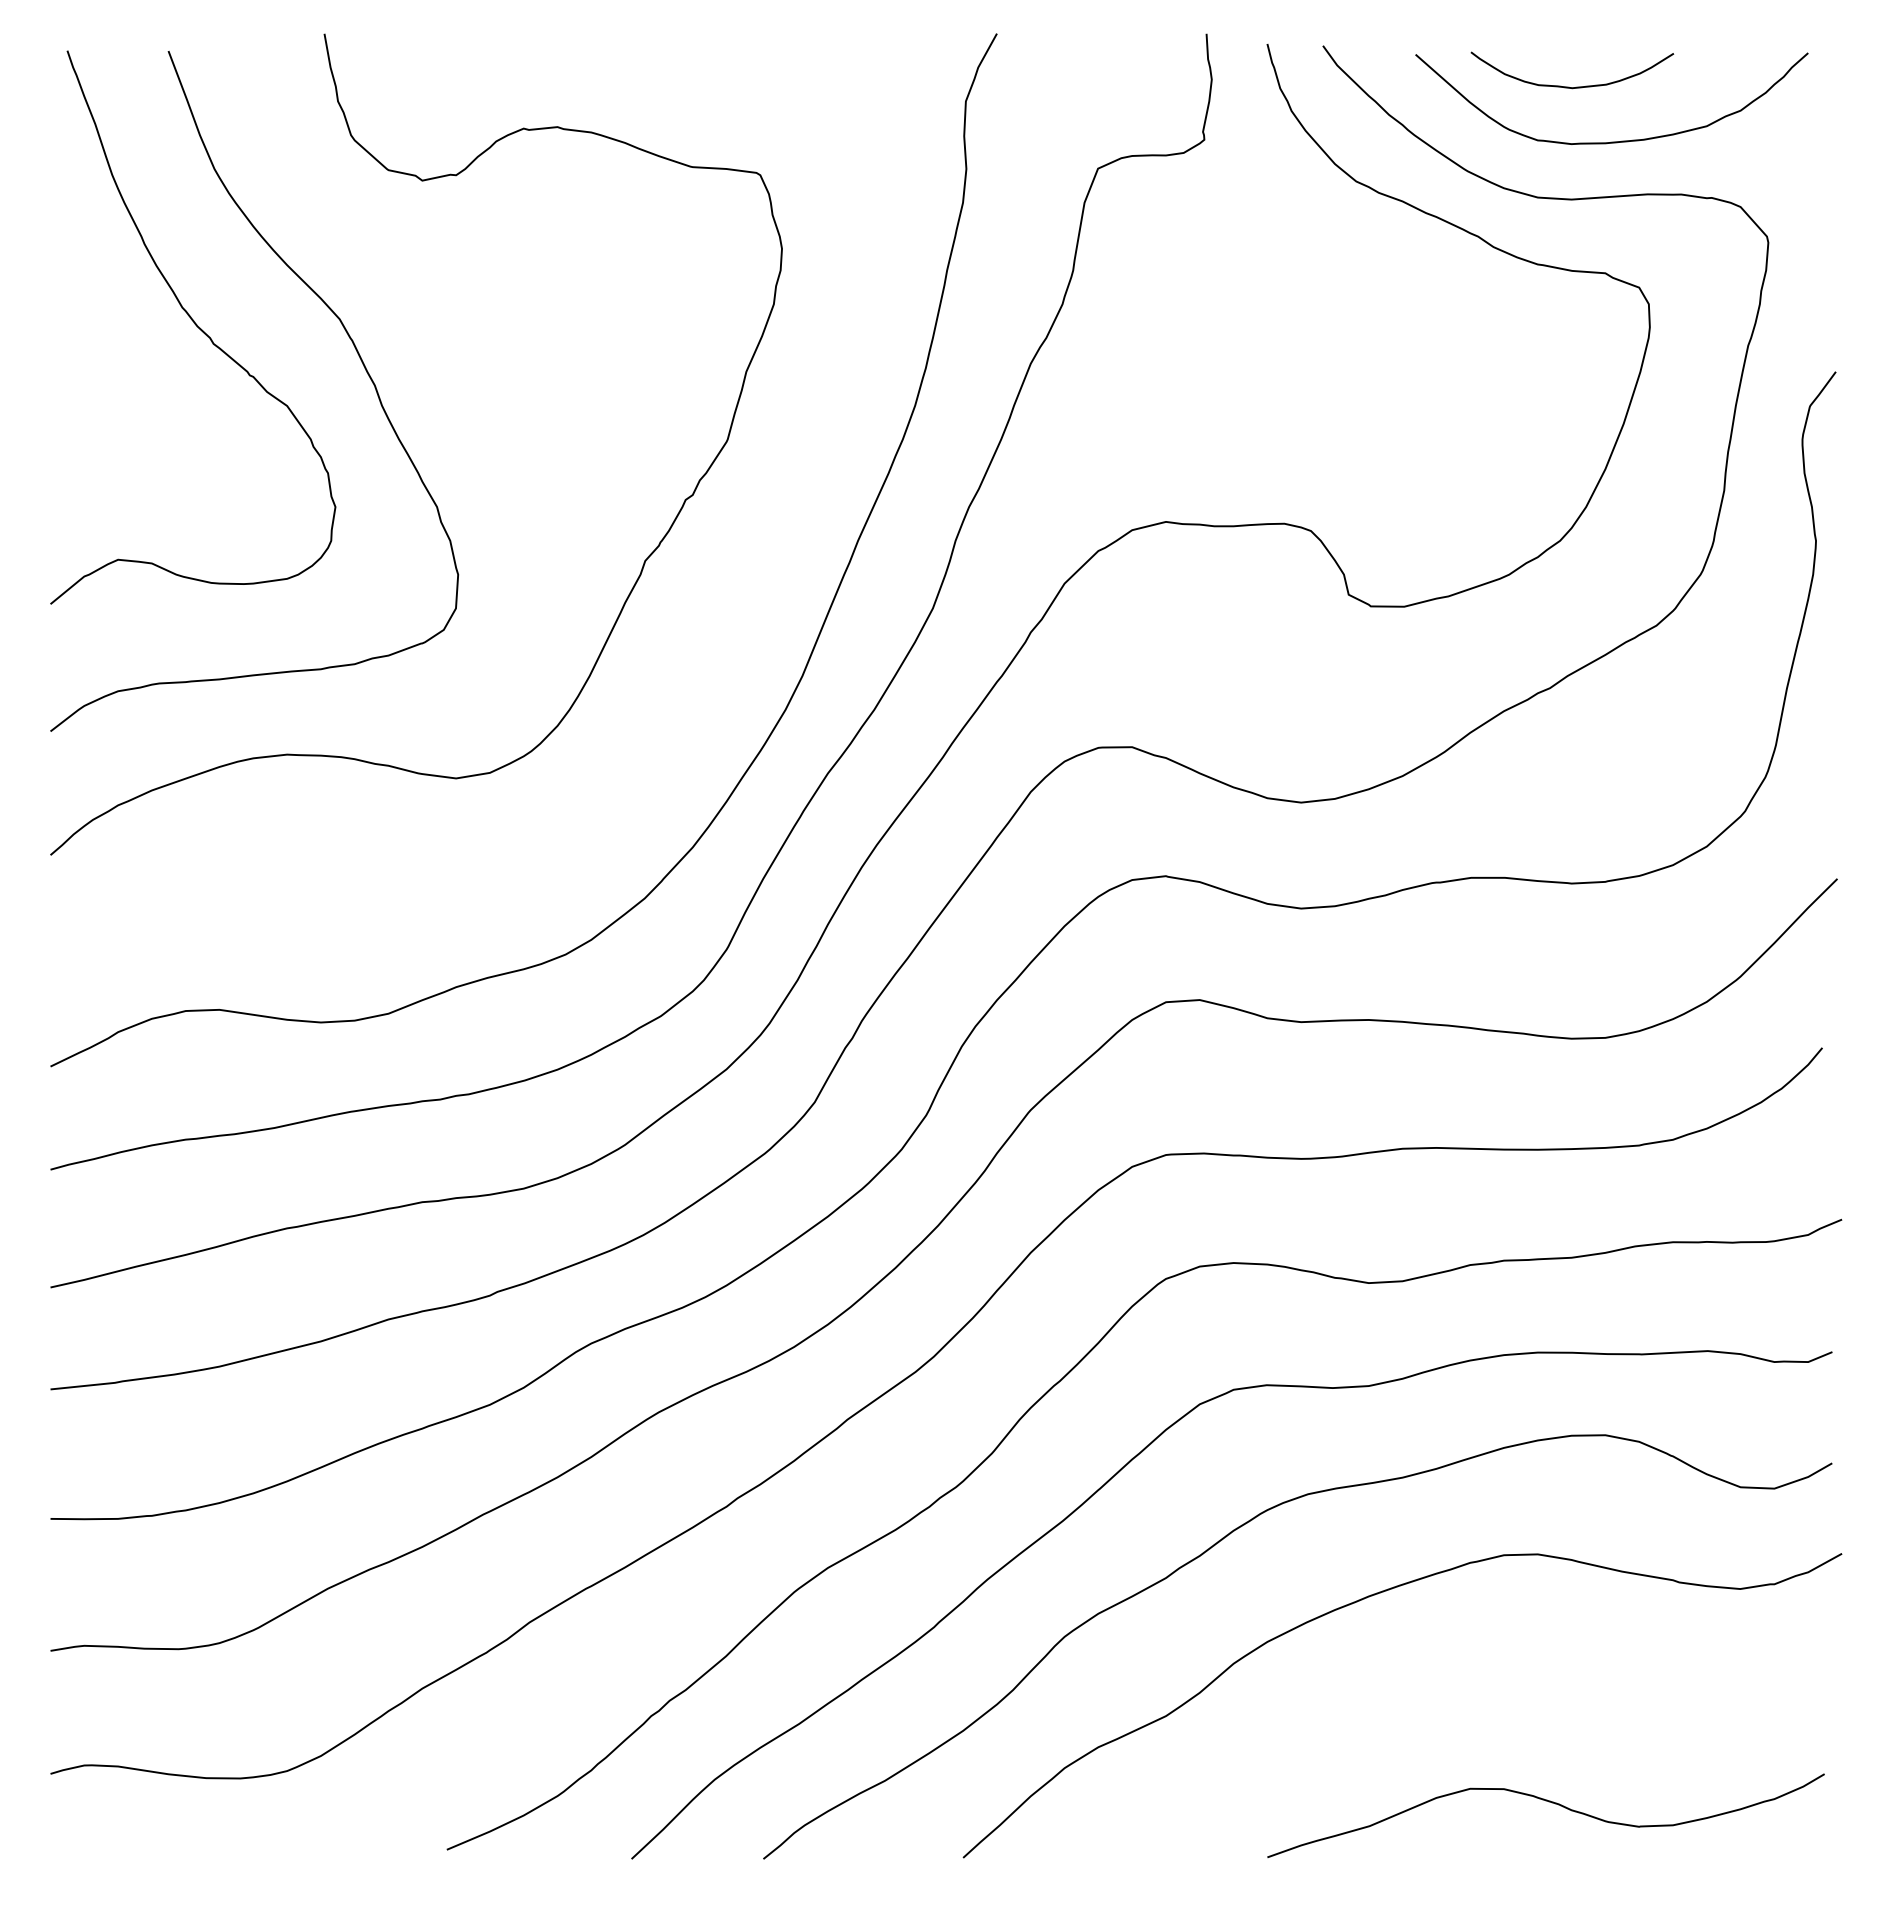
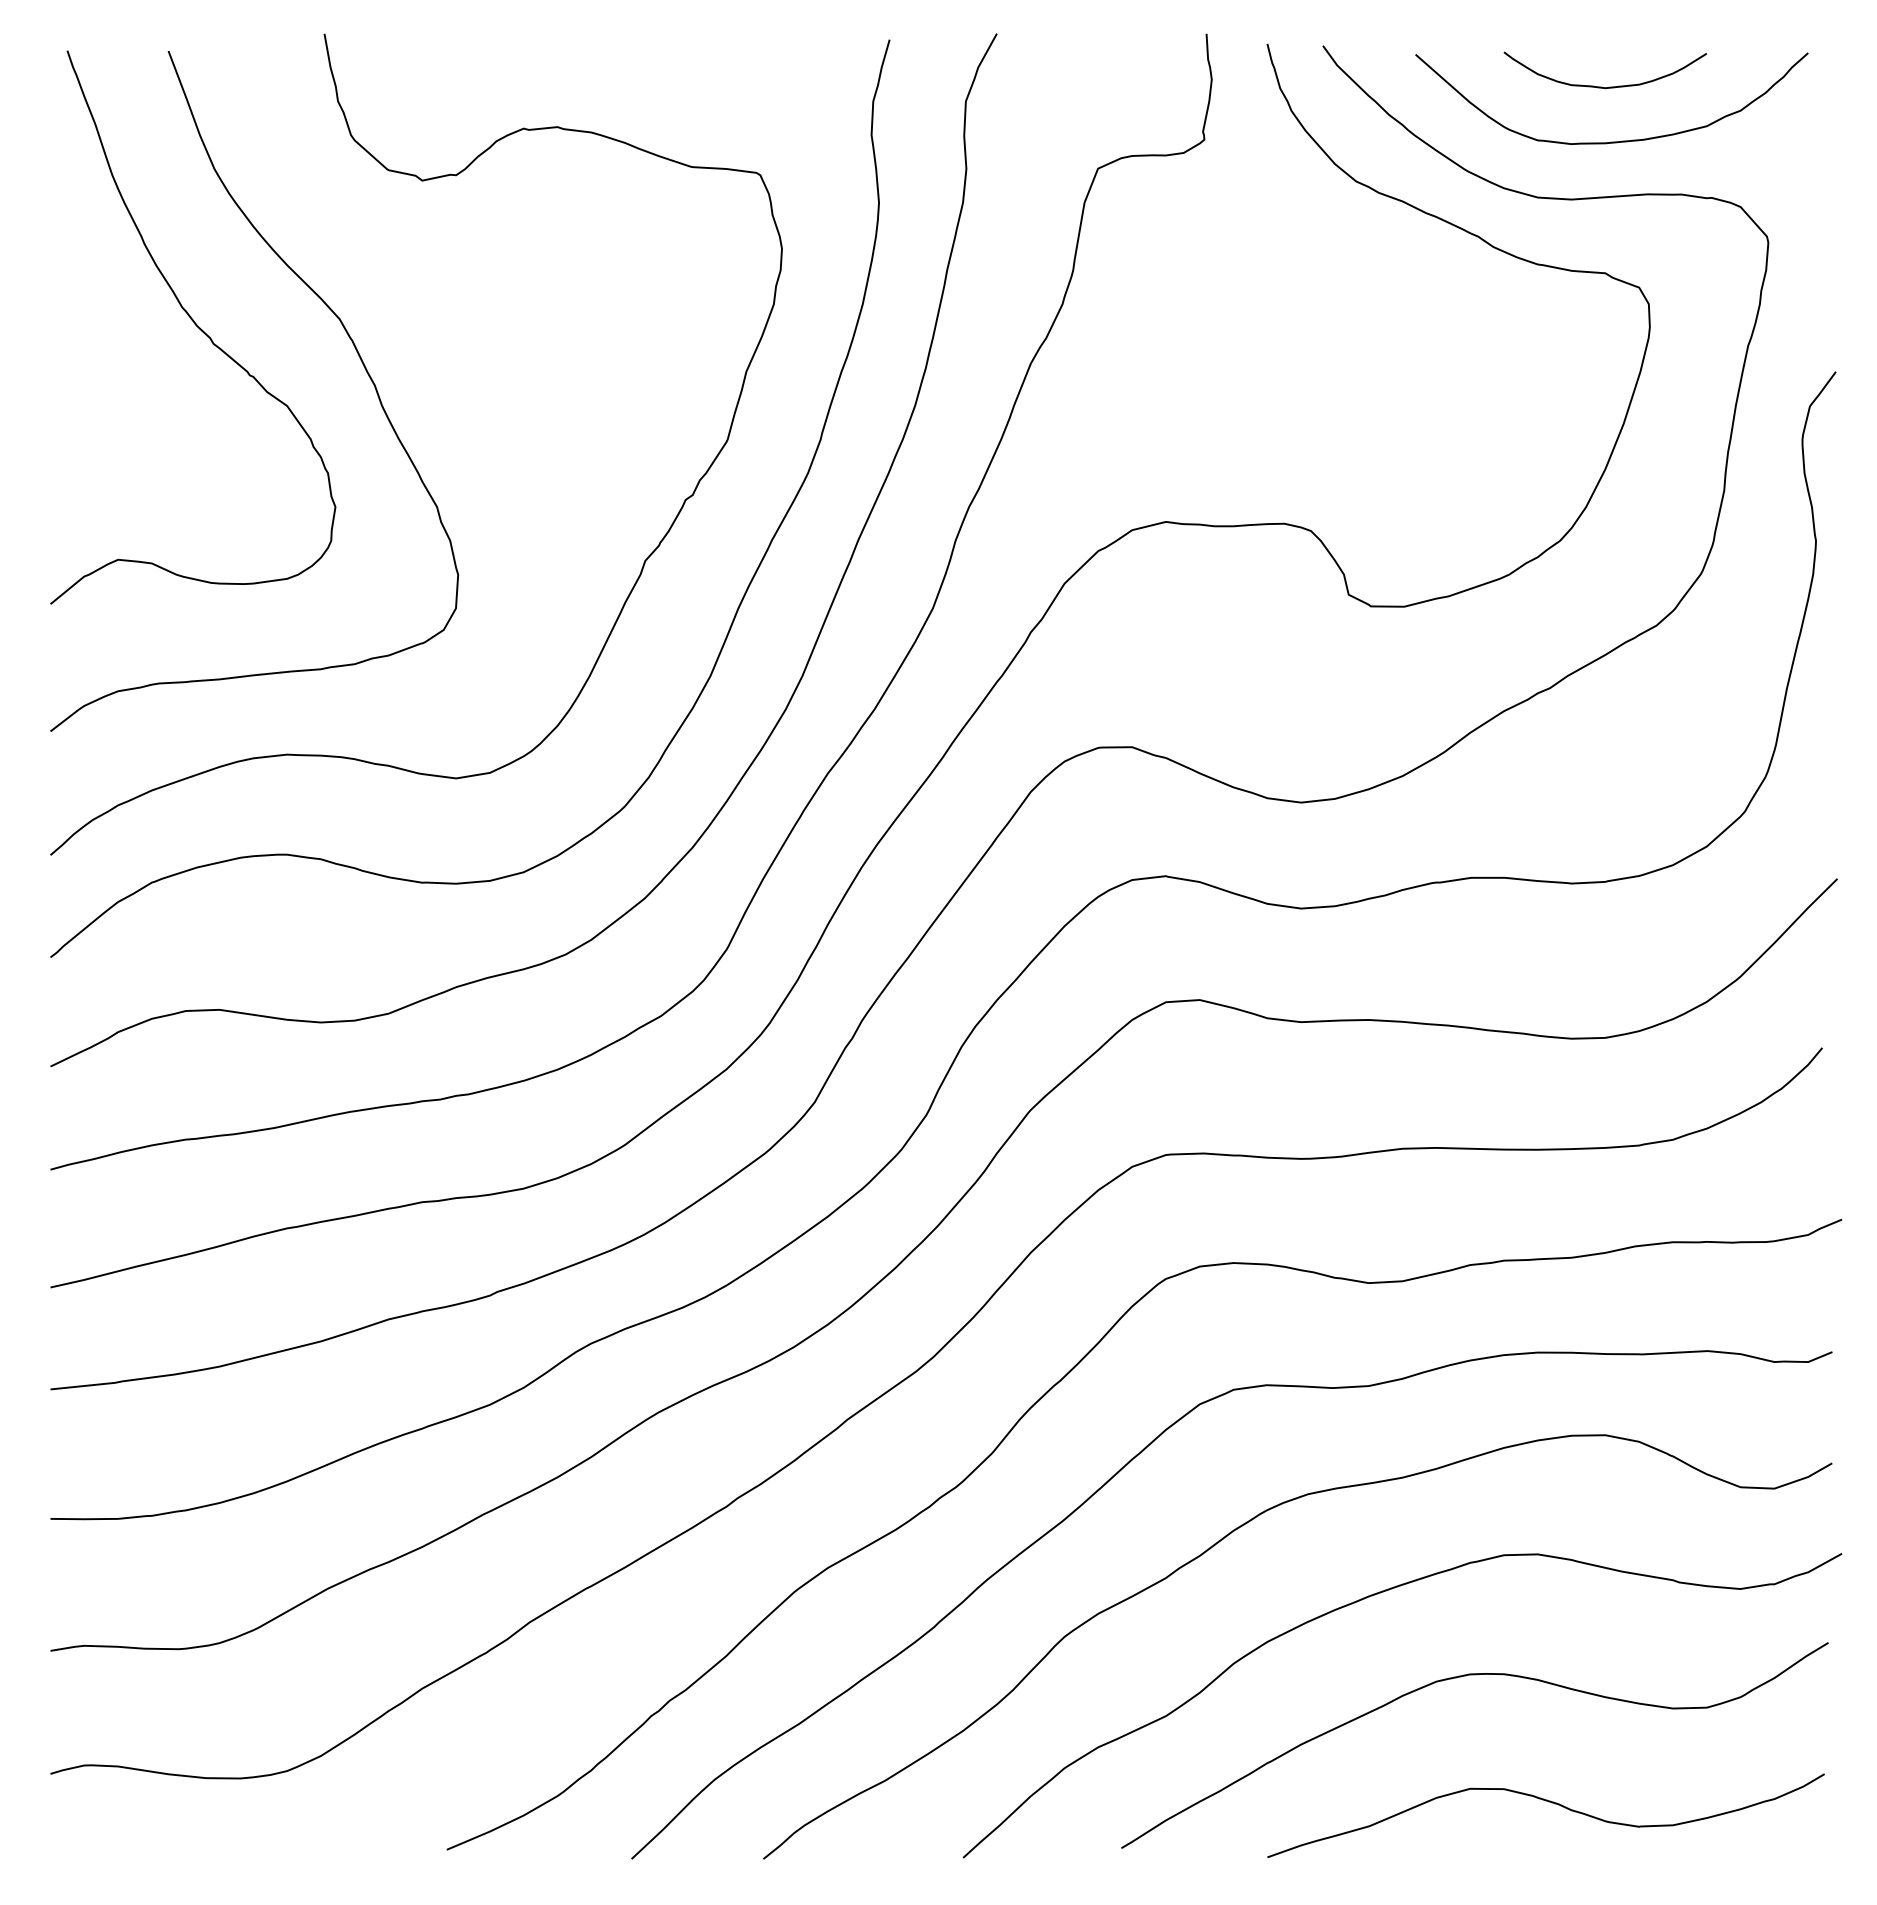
curve at (1568, 86) position: (1568, 86) -> (1601, 86)
curve at (737, 607): none -> present
curve at (1461, 1677): none -> present
